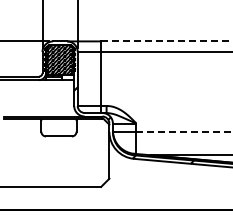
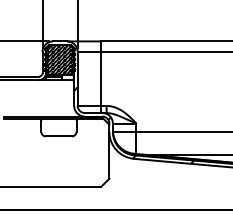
line at (167, 41): dashed -> solid
line at (184, 131): dashed -> solid
